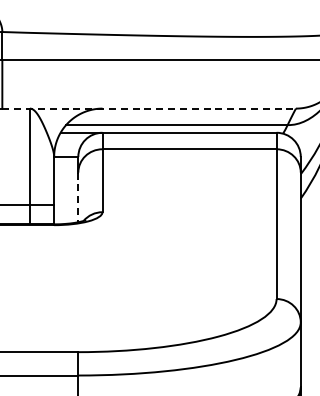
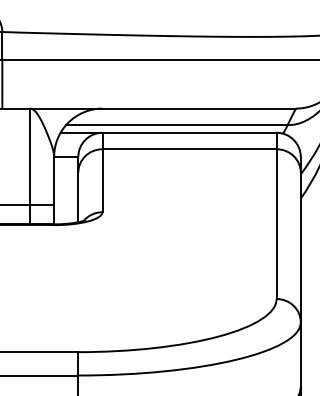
line at (149, 108): dashed -> solid
line at (78, 197): dashed -> solid
